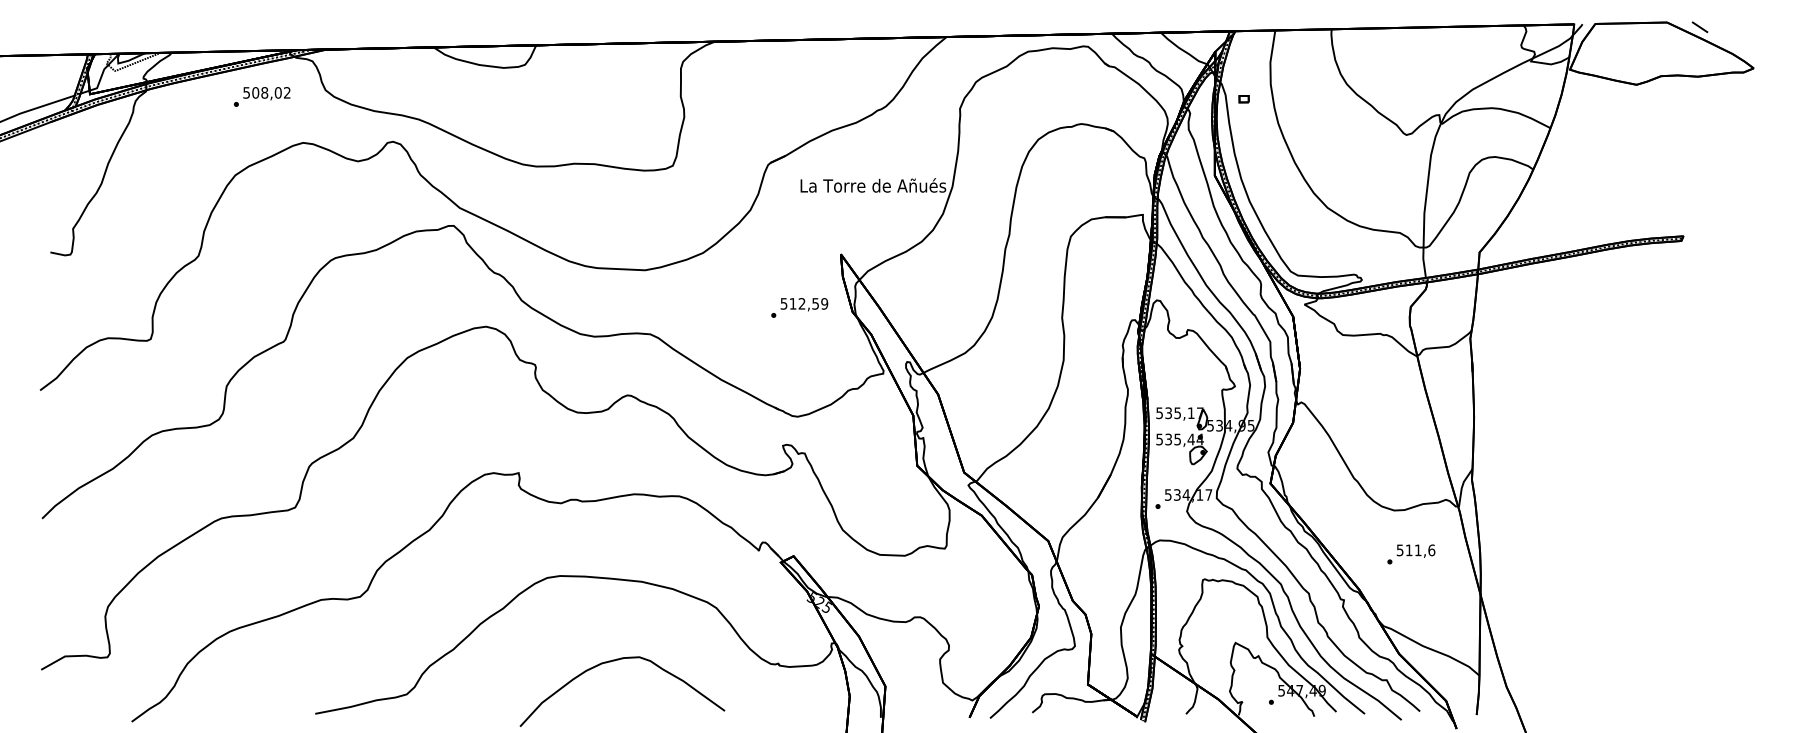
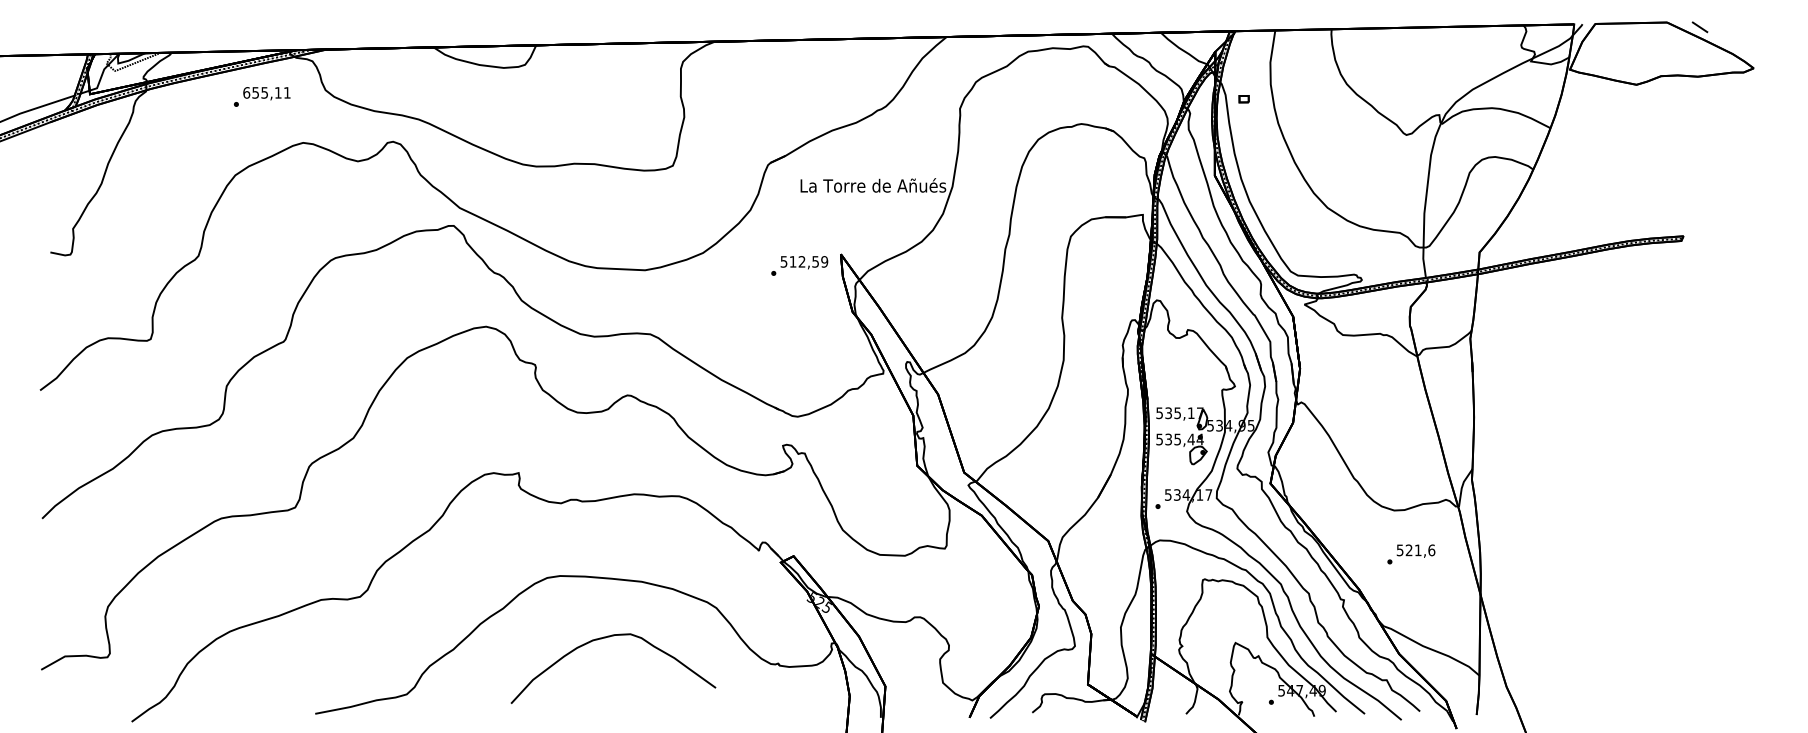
text at (266, 92): 508,02 -> 655,11
text at (799, 307) position: (799, 307) -> (799, 265)
text at (1408, 549): 511,6 -> 521,6
curve at (614, 661) position: (614, 661) -> (605, 638)
